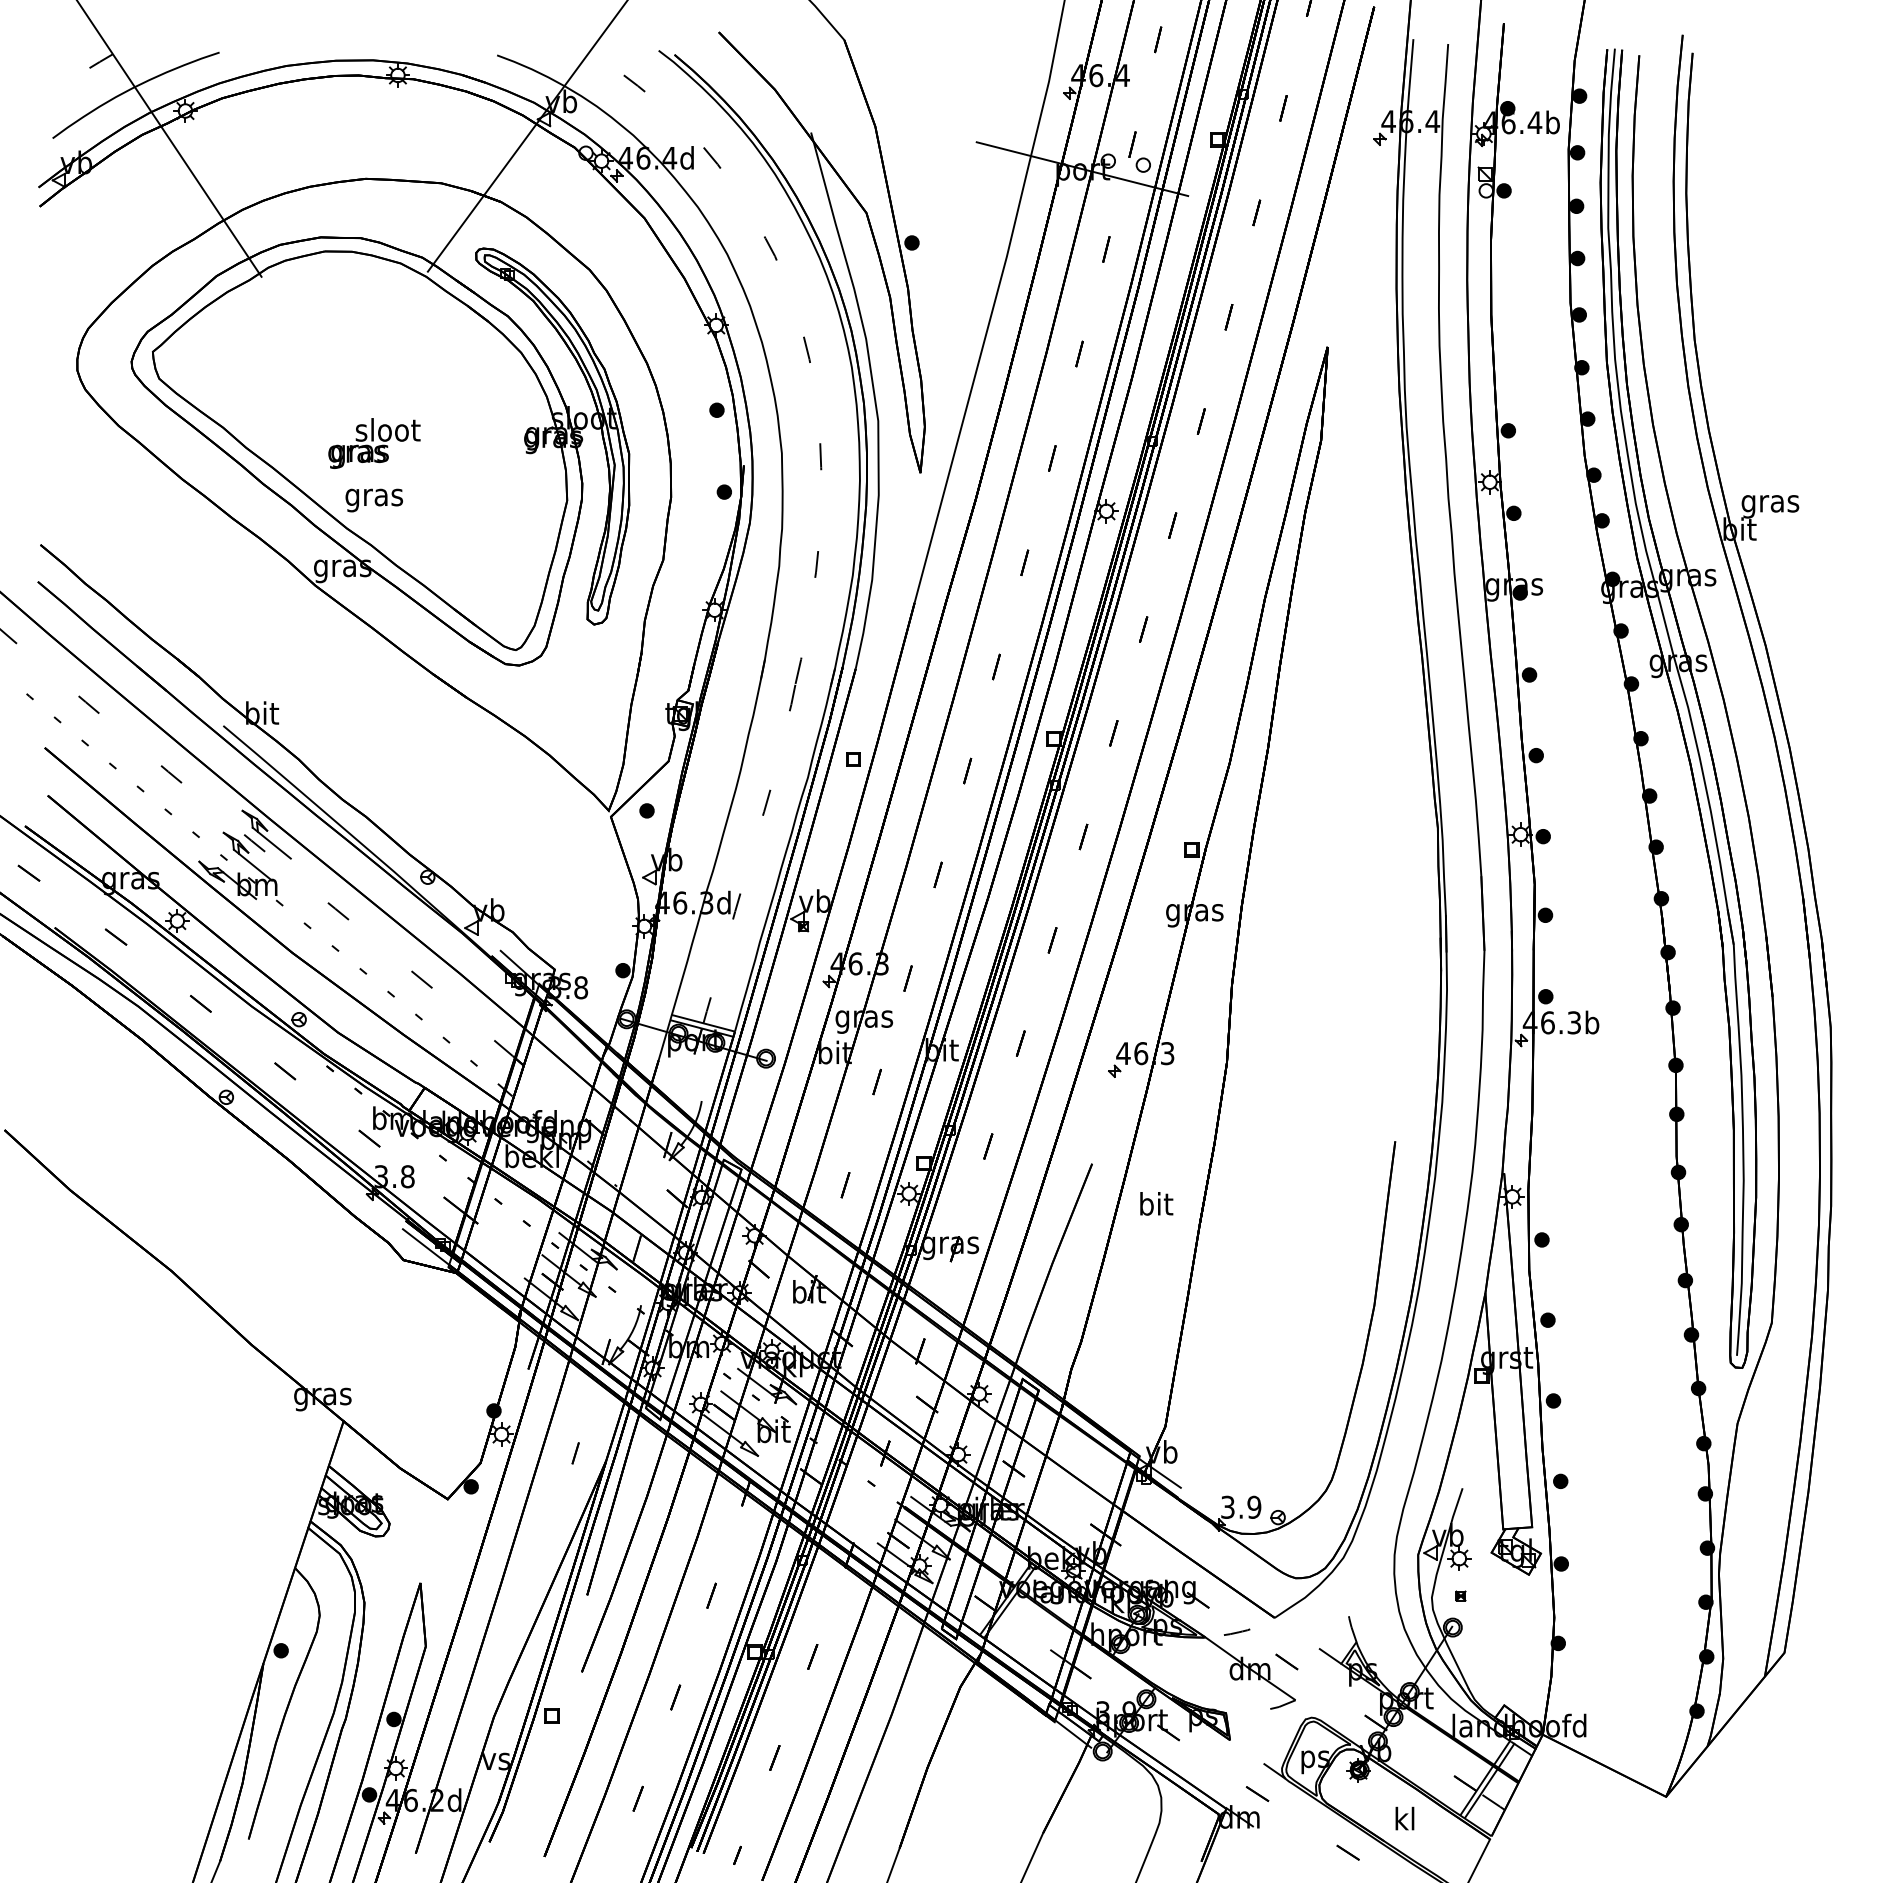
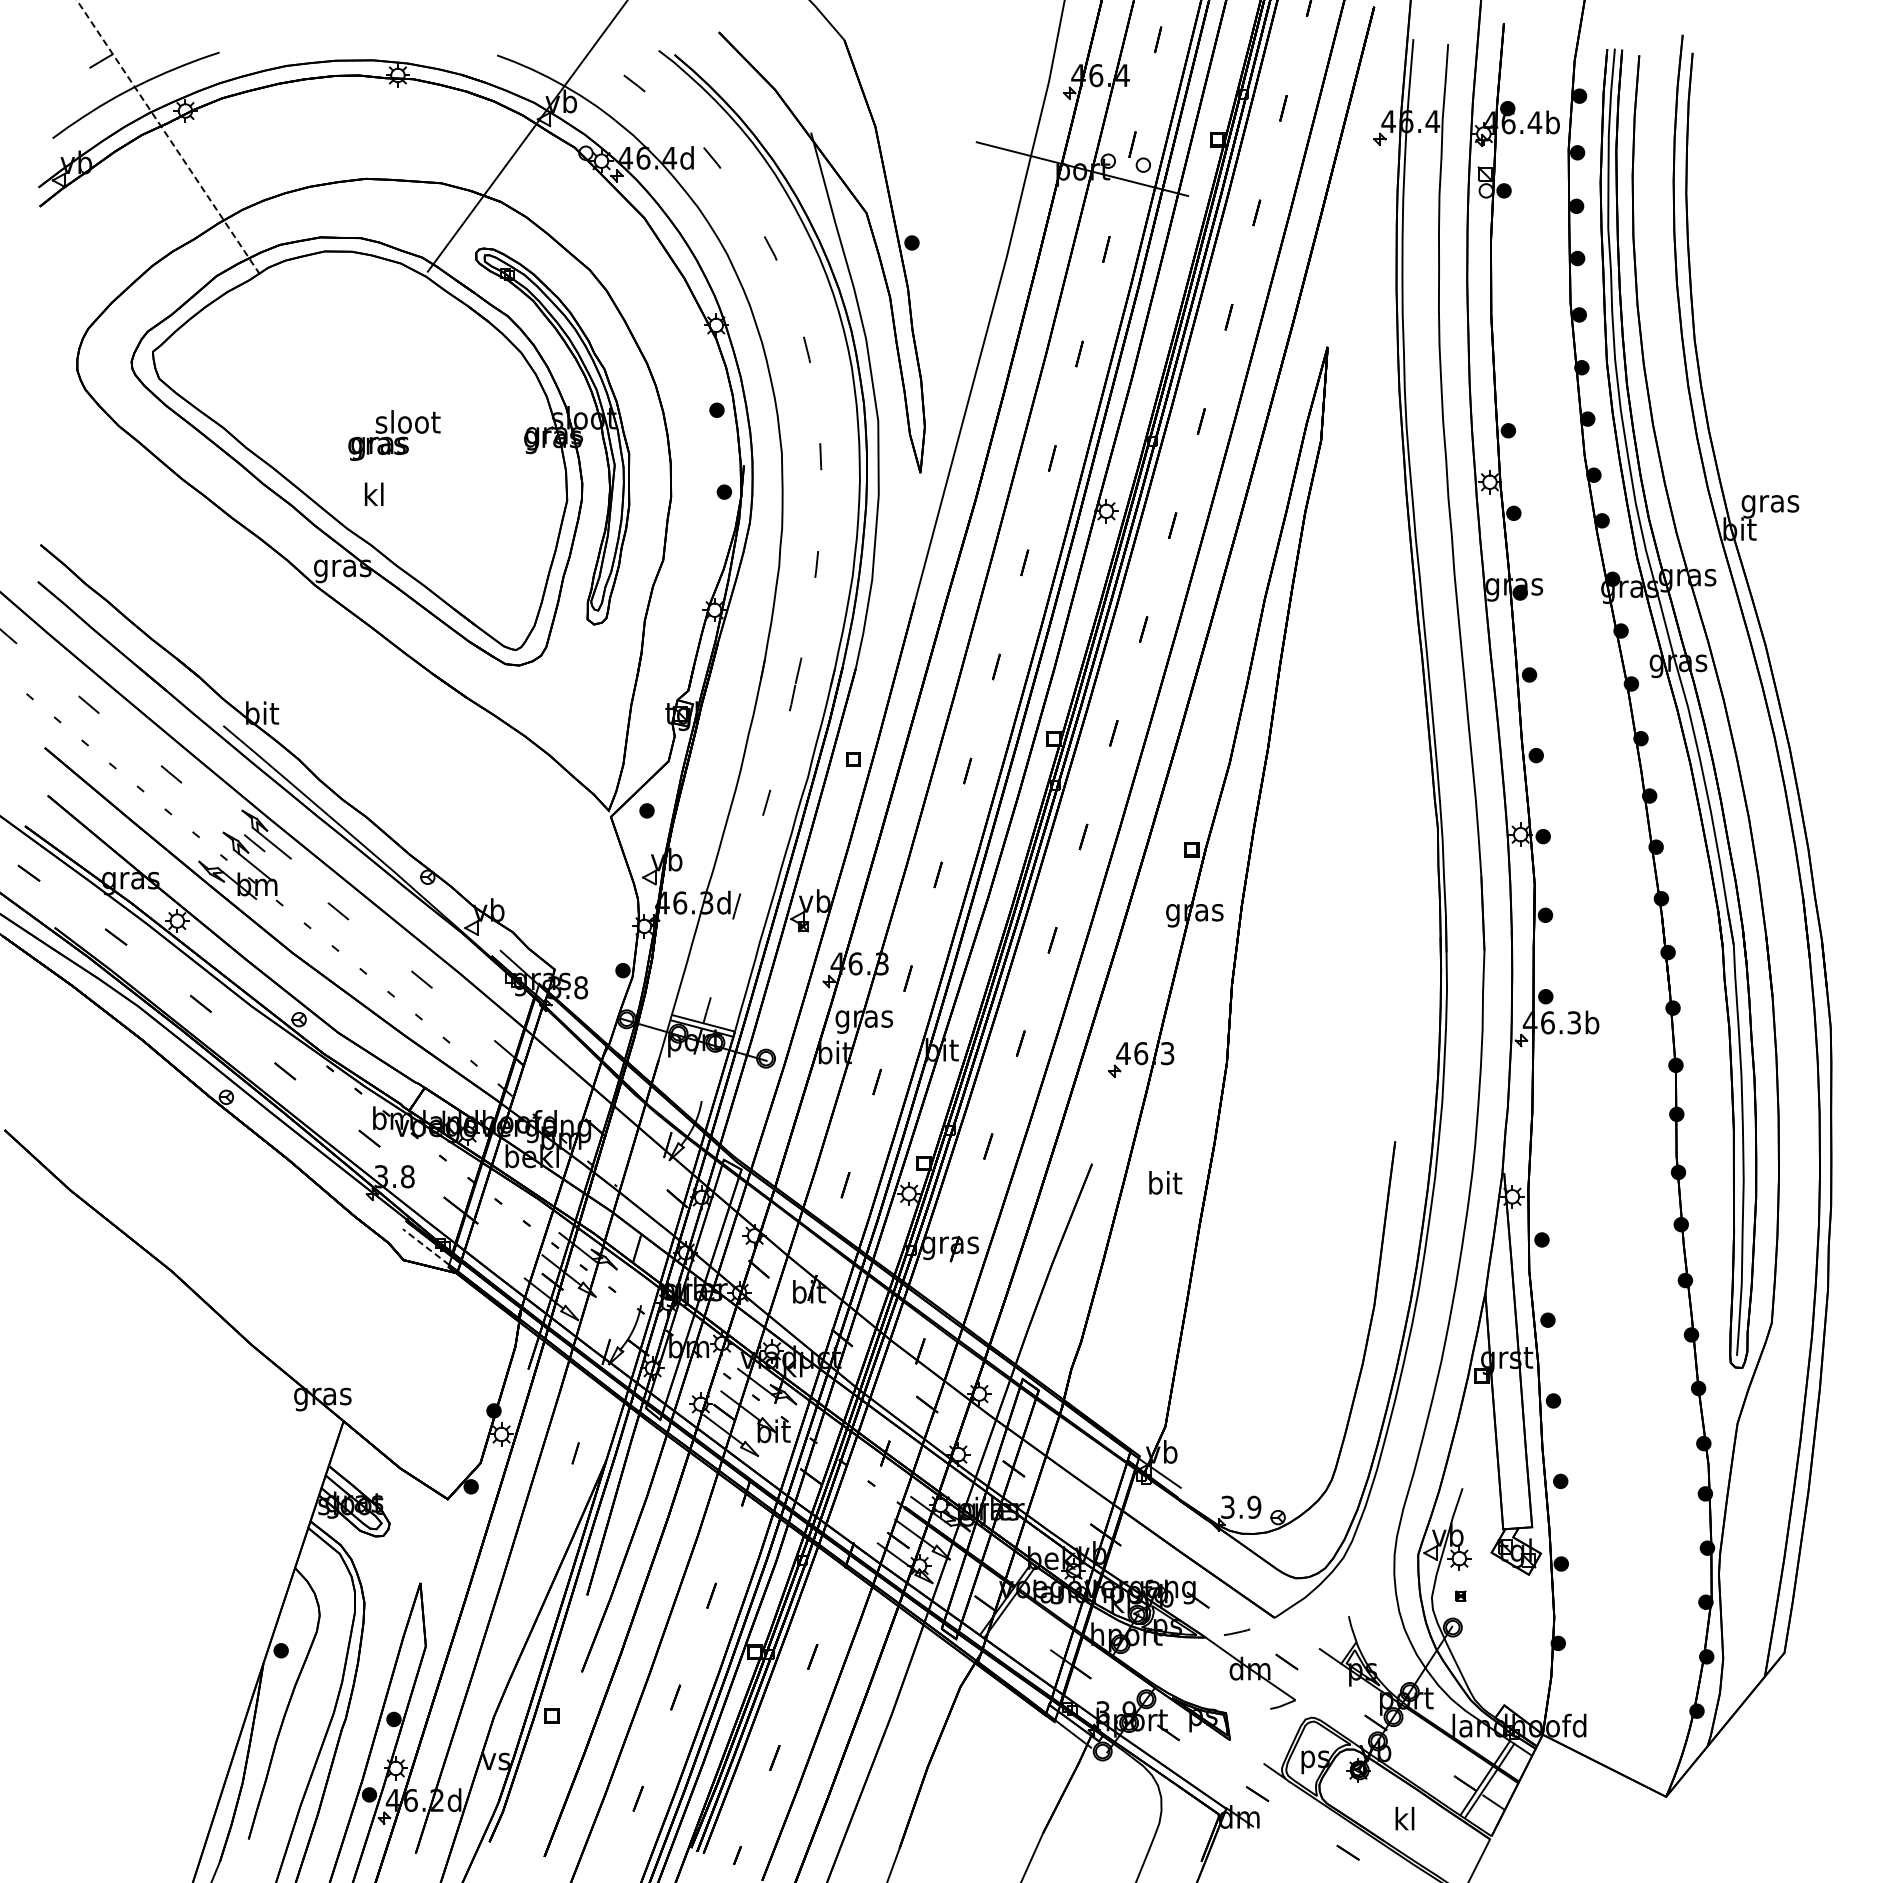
line at (169, 138): solid -> dashed
text at (374, 443) position: (374, 443) -> (394, 435)
text at (374, 497): gras -> kl
text at (1156, 1203) position: (1156, 1203) -> (1165, 1182)
line at (425, 1246): solid -> dashed
